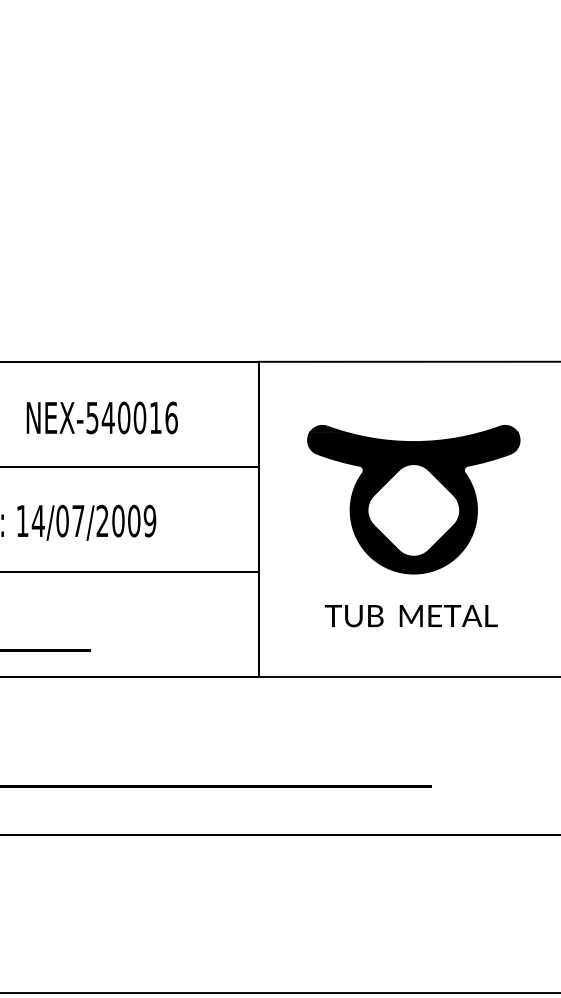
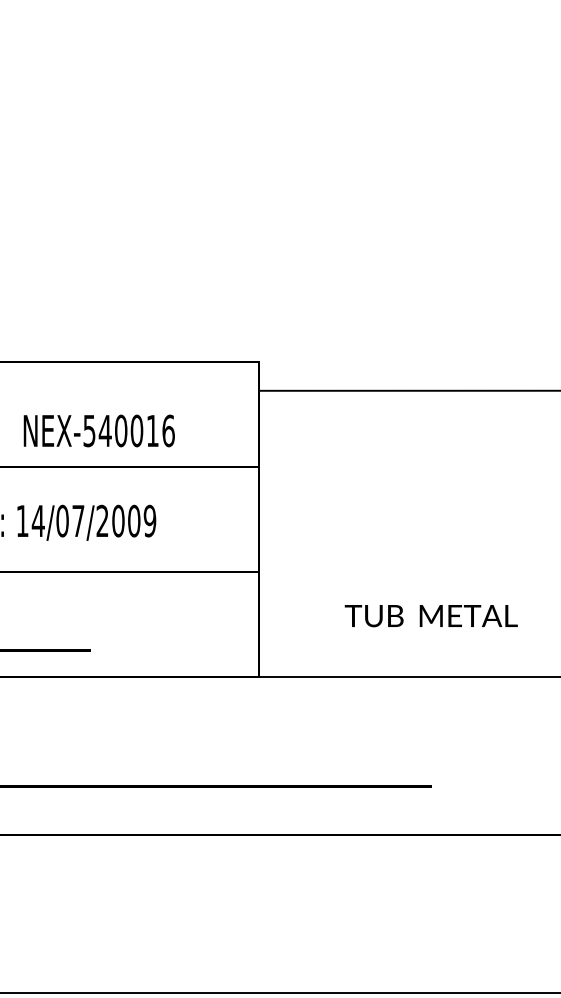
line at (408, 361) position: (408, 361) -> (408, 390)
text at (101, 417) position: (101, 417) -> (98, 430)
part at (413, 499): present -> none
text at (410, 616) position: (410, 616) -> (430, 616)
